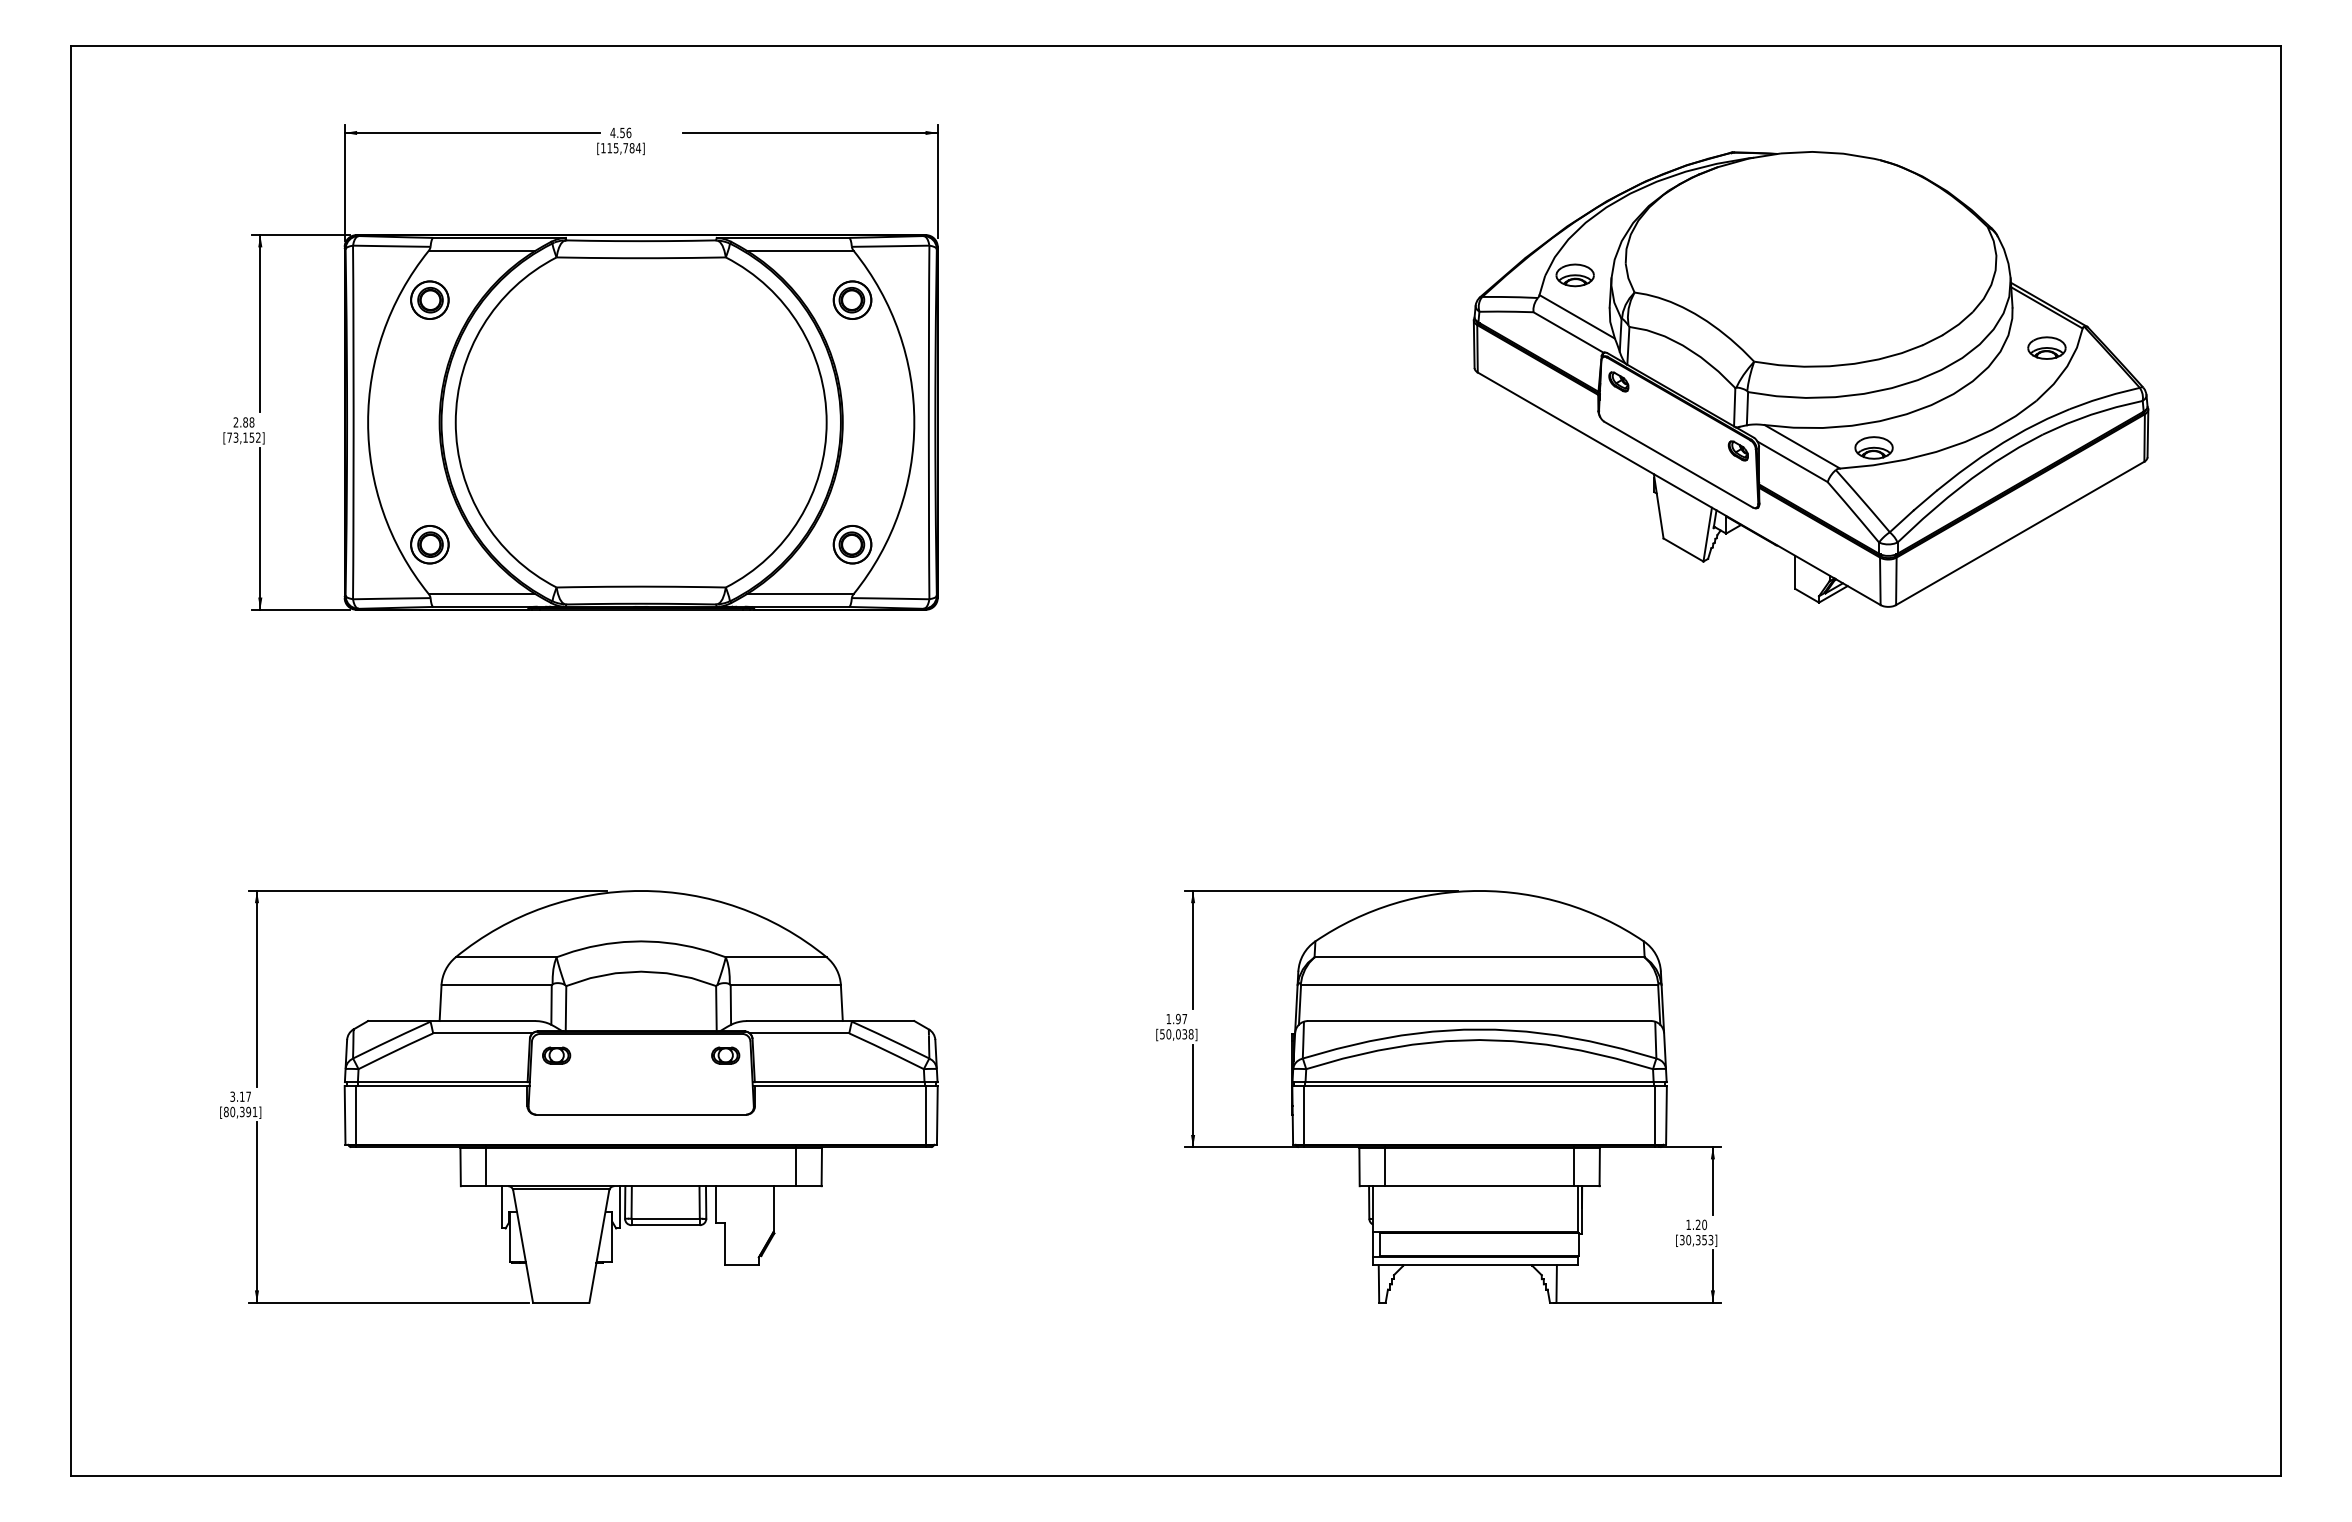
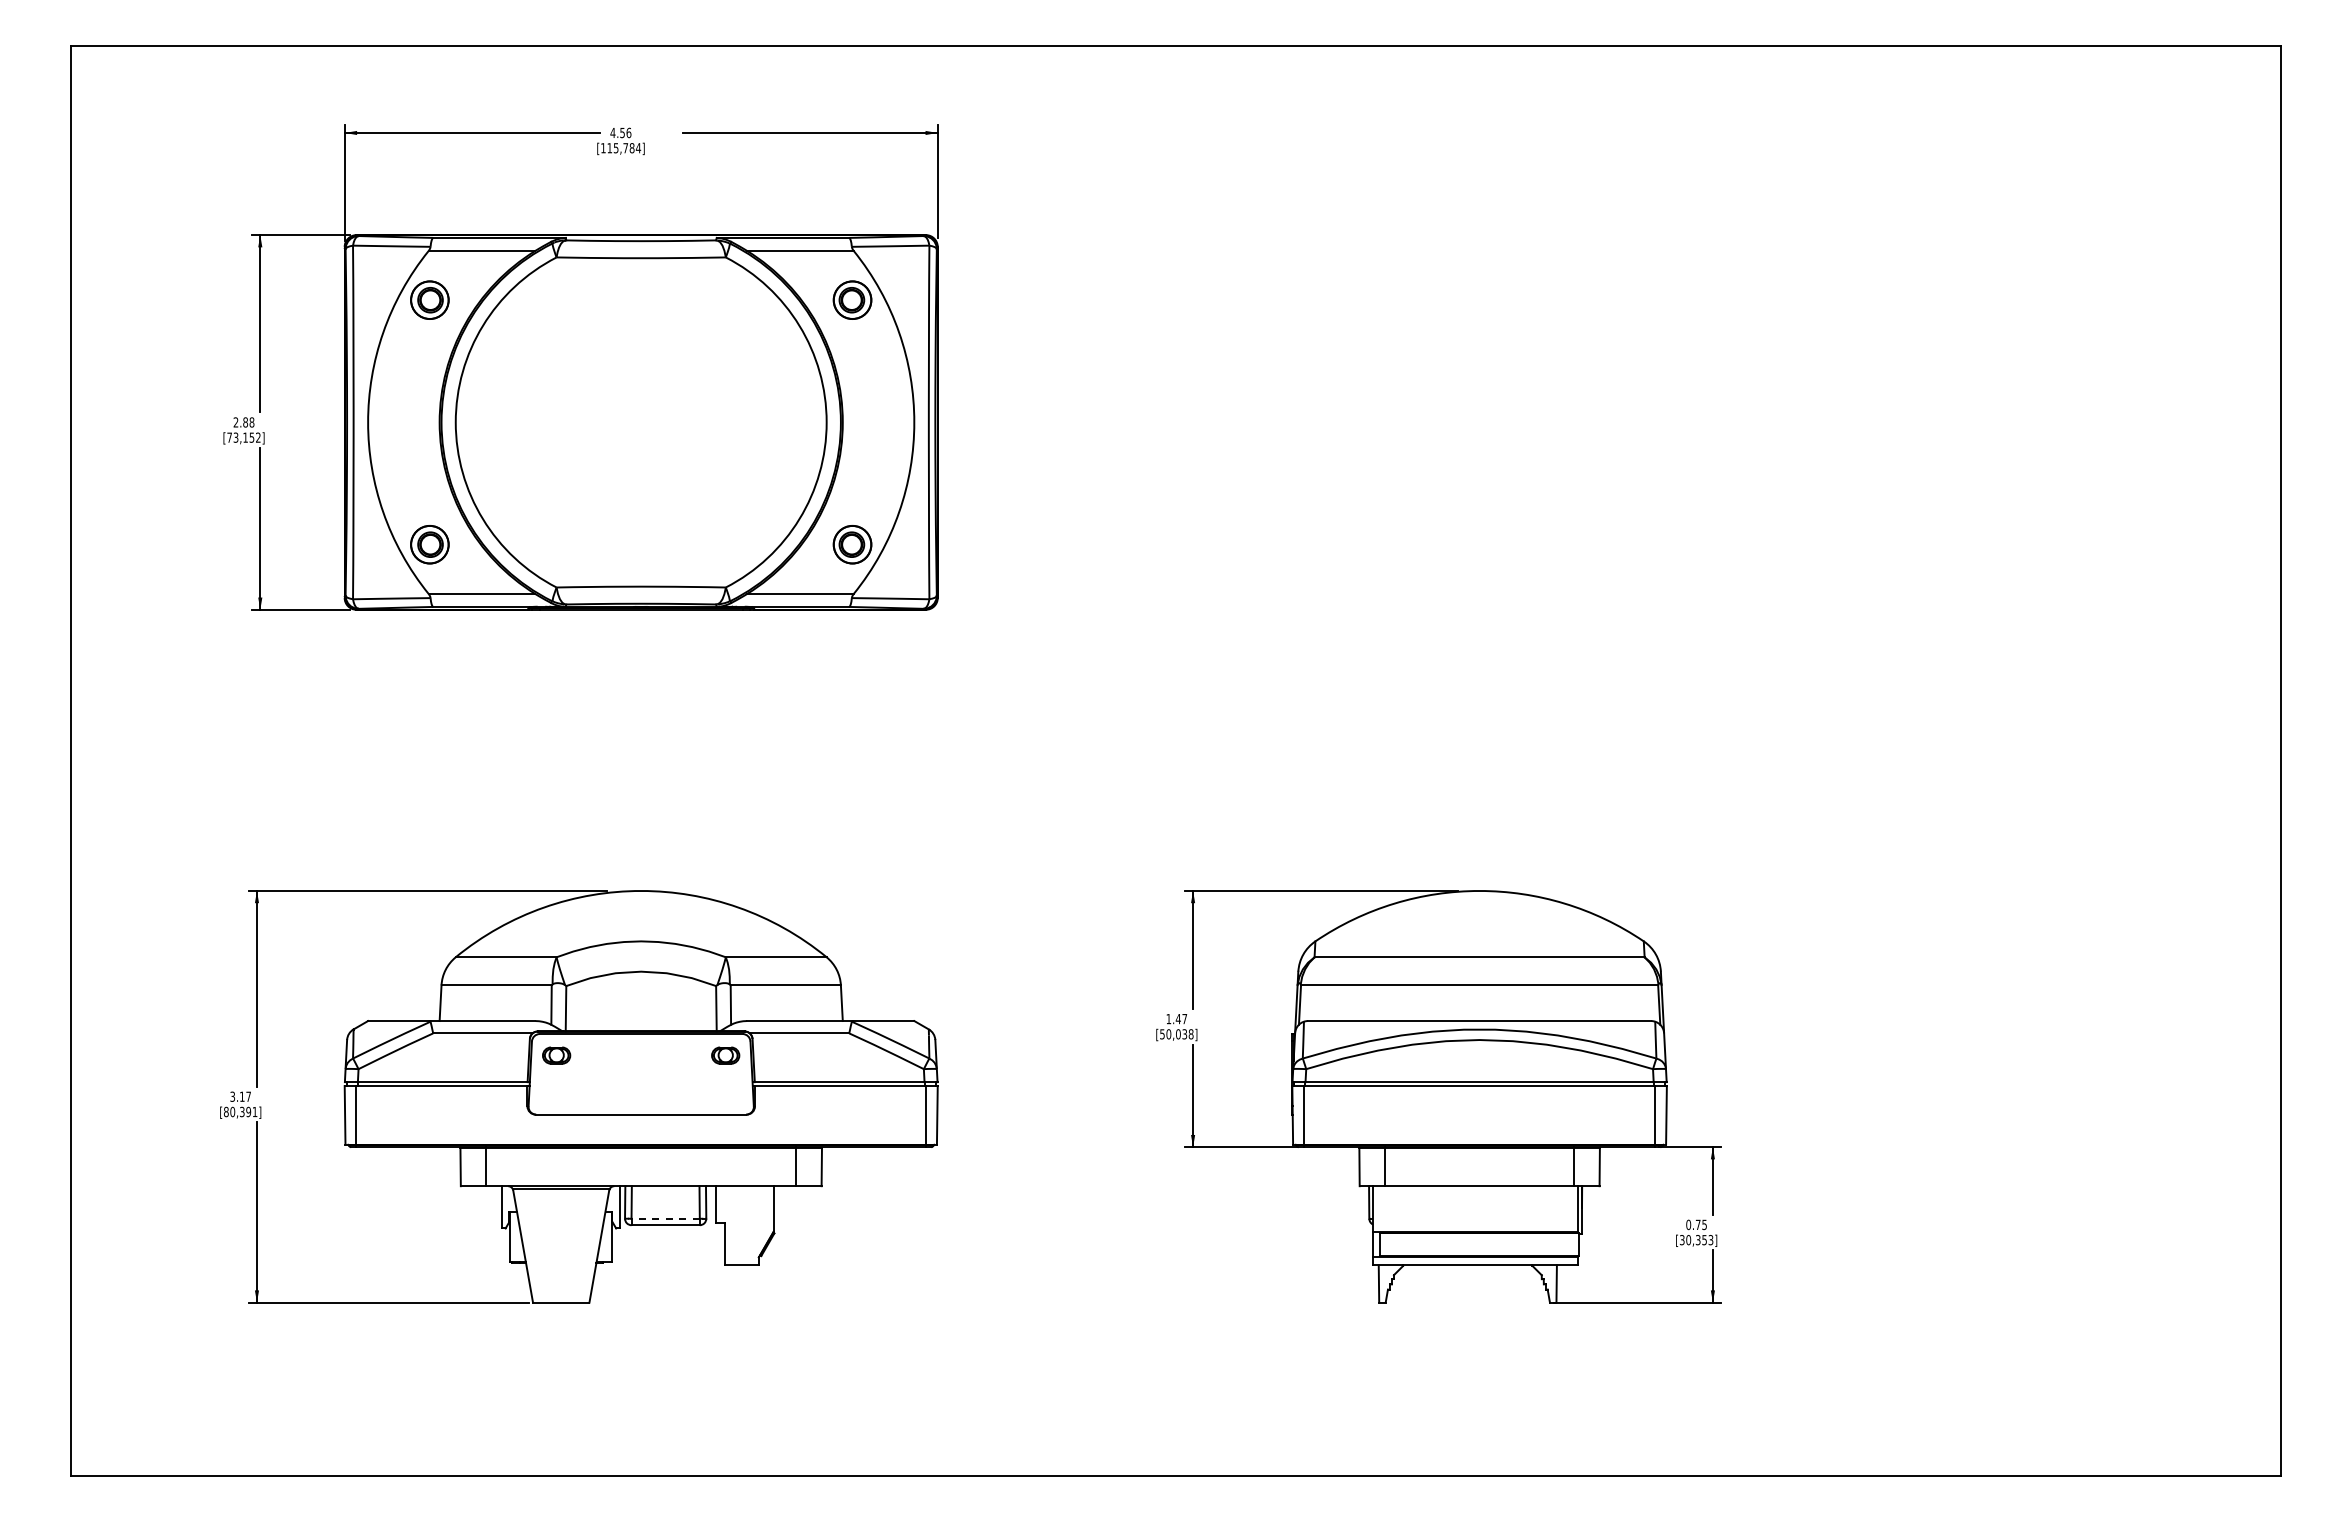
part at (1810, 379): present -> none
text at (1177, 1018): 1.97 -> 1.47
line at (665, 1218): solid -> dashed
text at (1696, 1224): 1.20 -> 0.75
